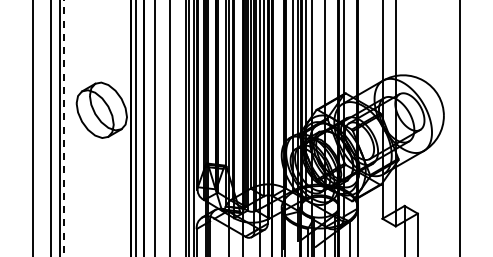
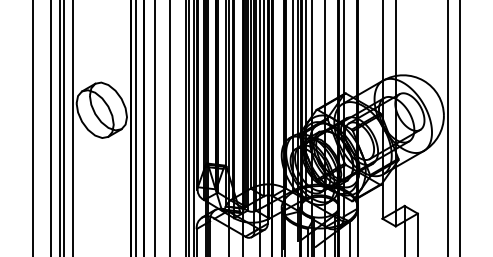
line at (73, 127): none -> present
line at (447, 127): none -> present
line at (64, 128): dashed -> solid
